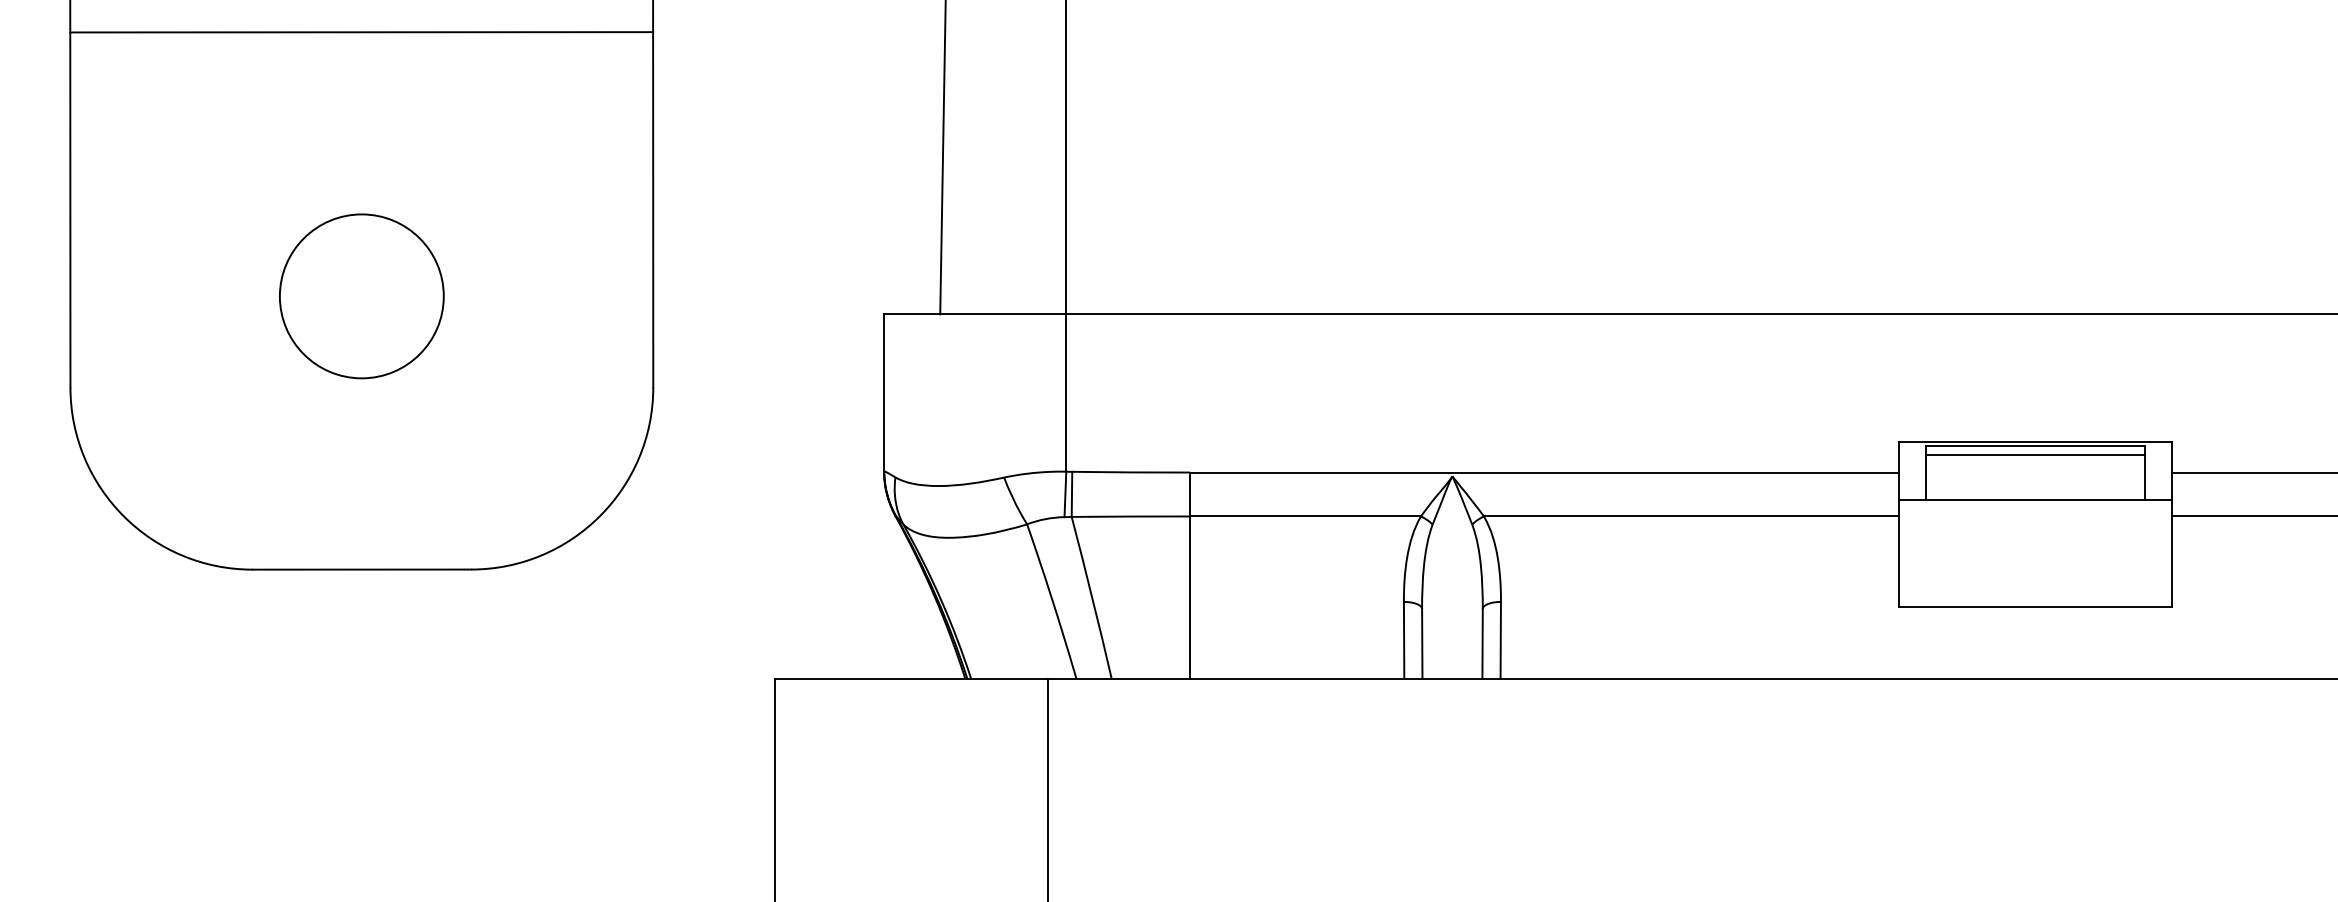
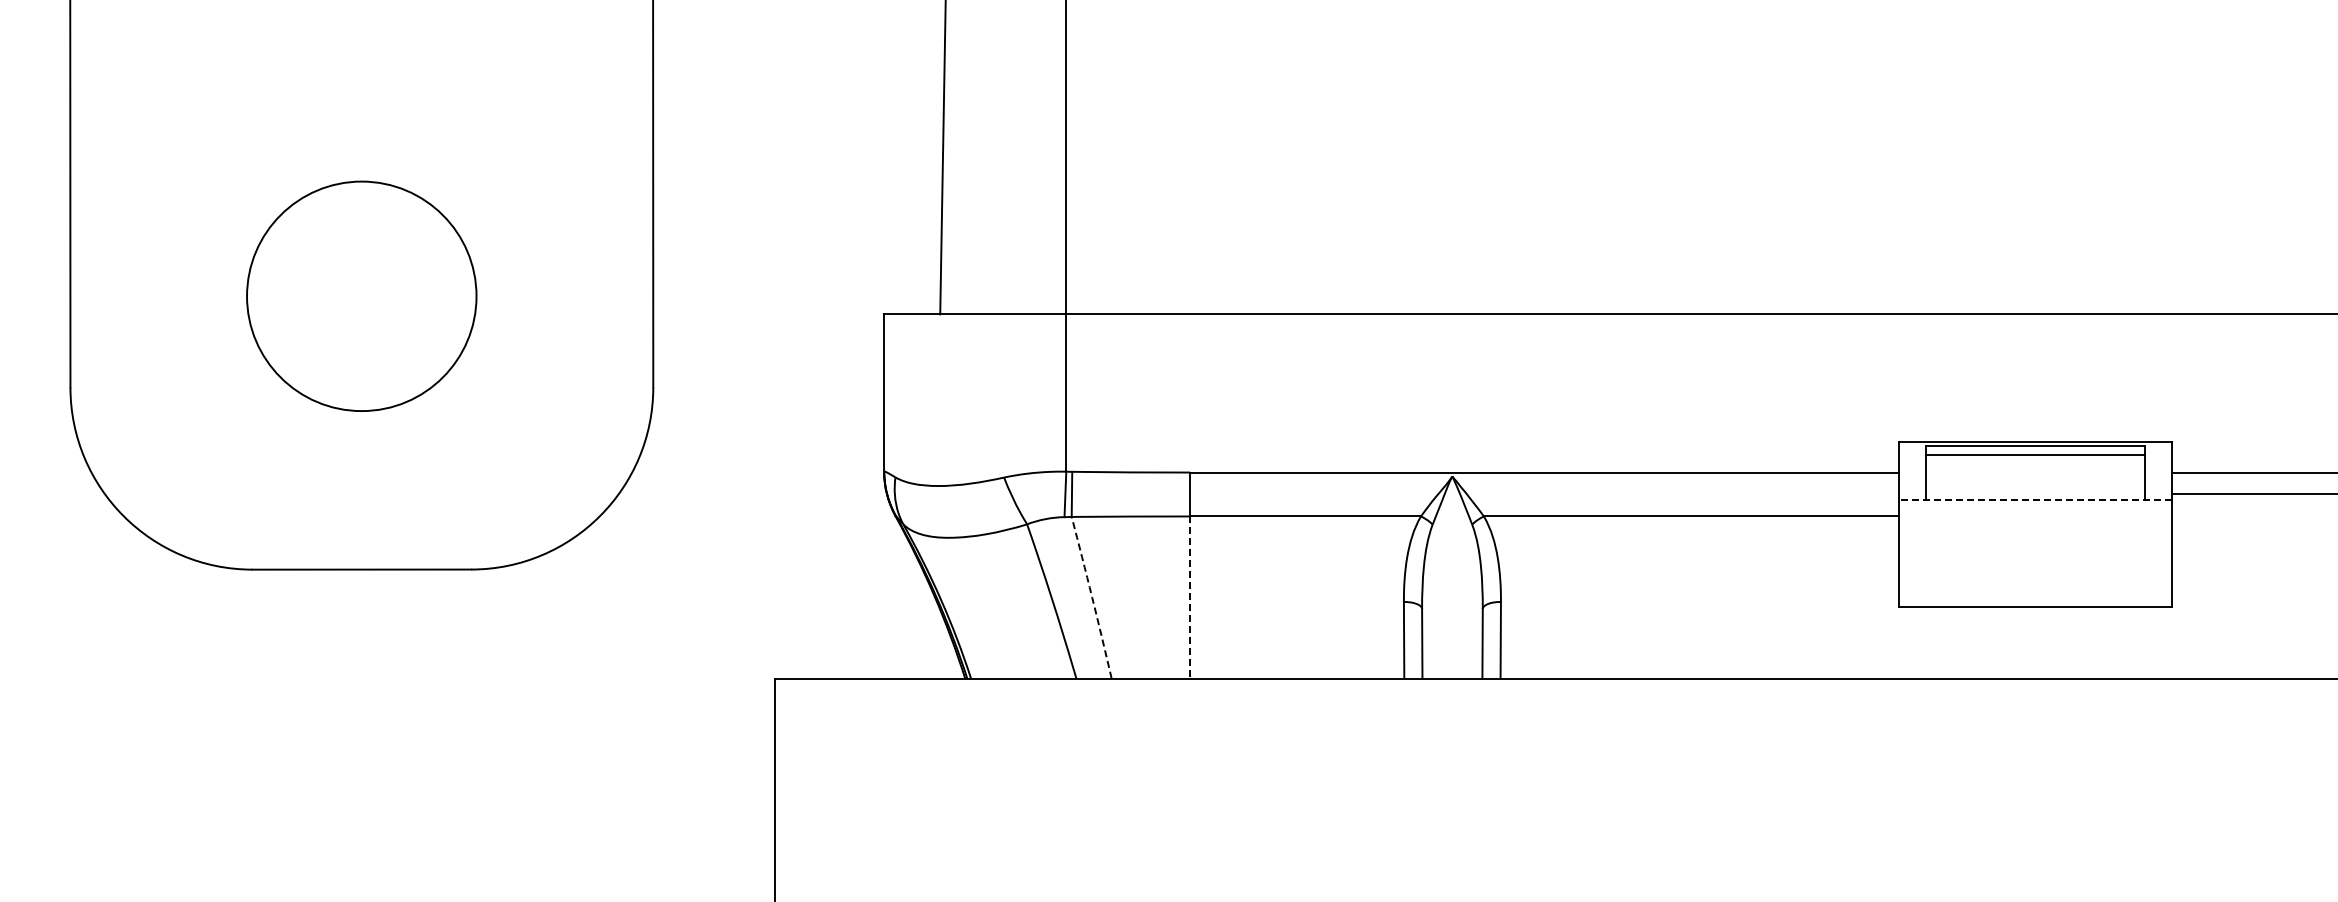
line at (361, 32): present -> none
circle at (361, 296) size: 166x167 px -> 232x232 px
line at (2035, 500): solid -> dashed
line at (2252, 516) position: (2252, 516) -> (2252, 494)
arc at (1092, 597): solid -> dashed
line at (1190, 598): solid -> dashed
line at (1048, 788): present -> none
